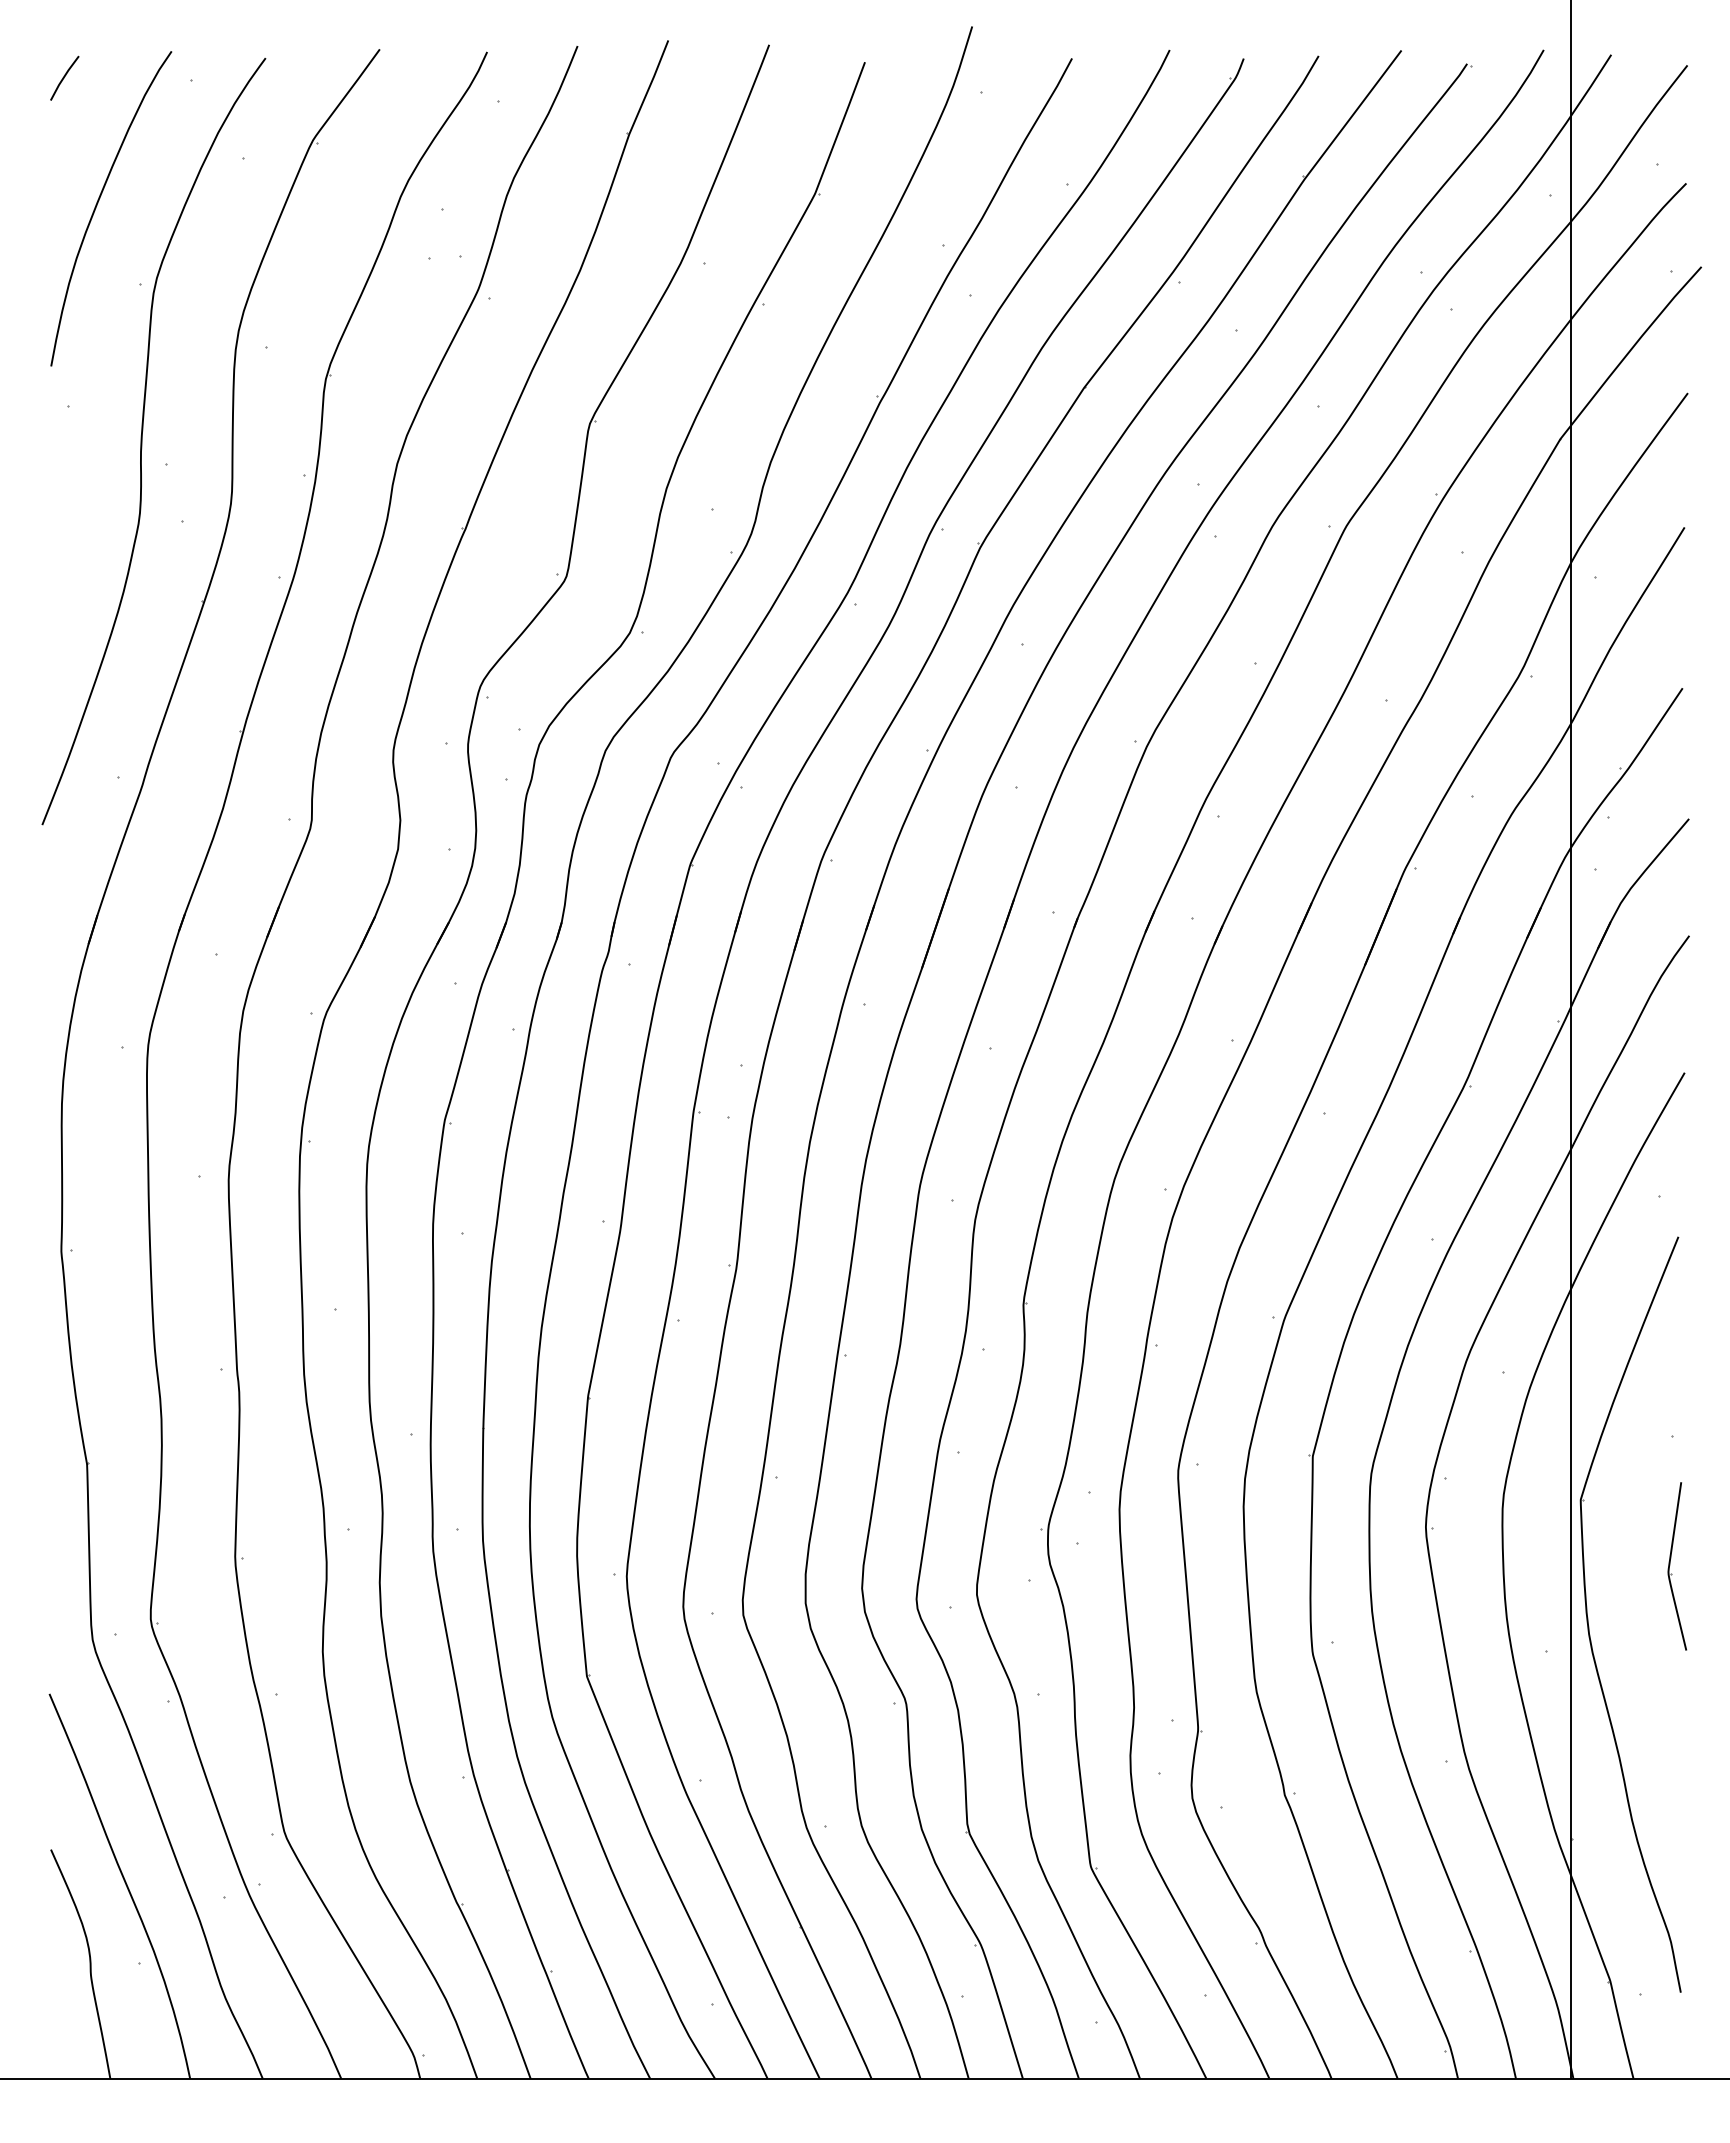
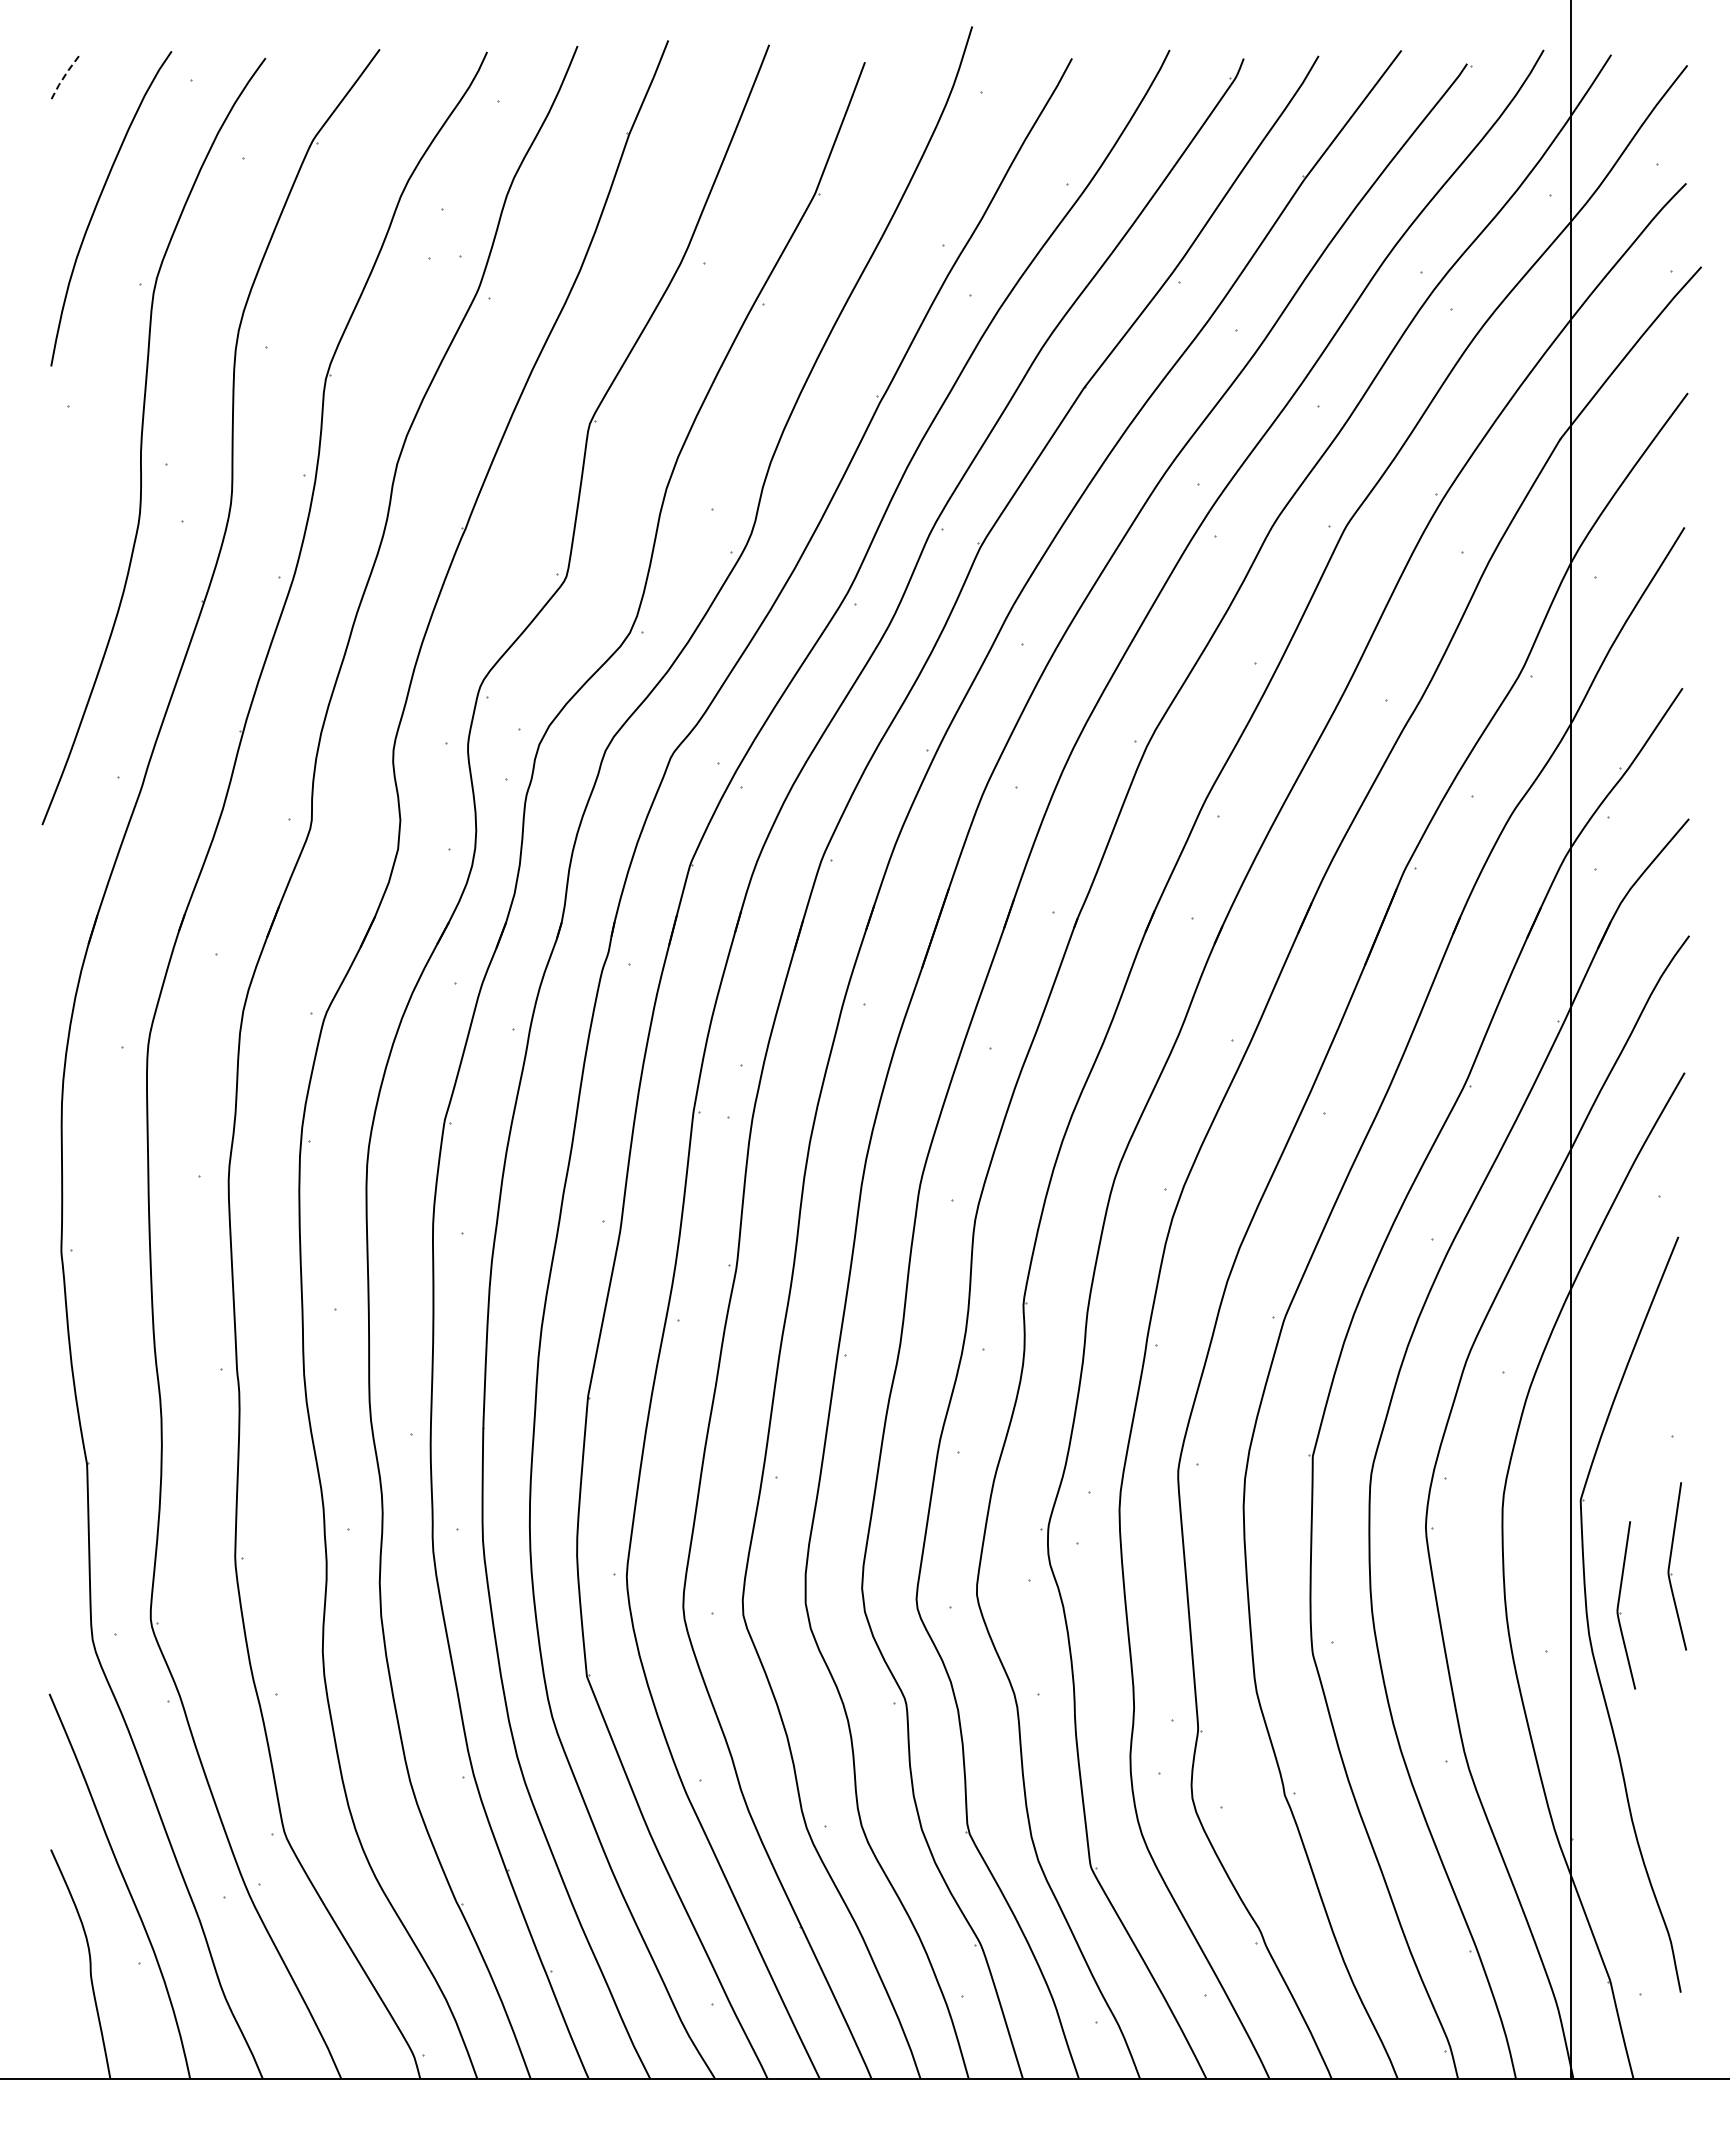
line at (63, 77): solid -> dashed
part at (1619, 1604): none -> present
